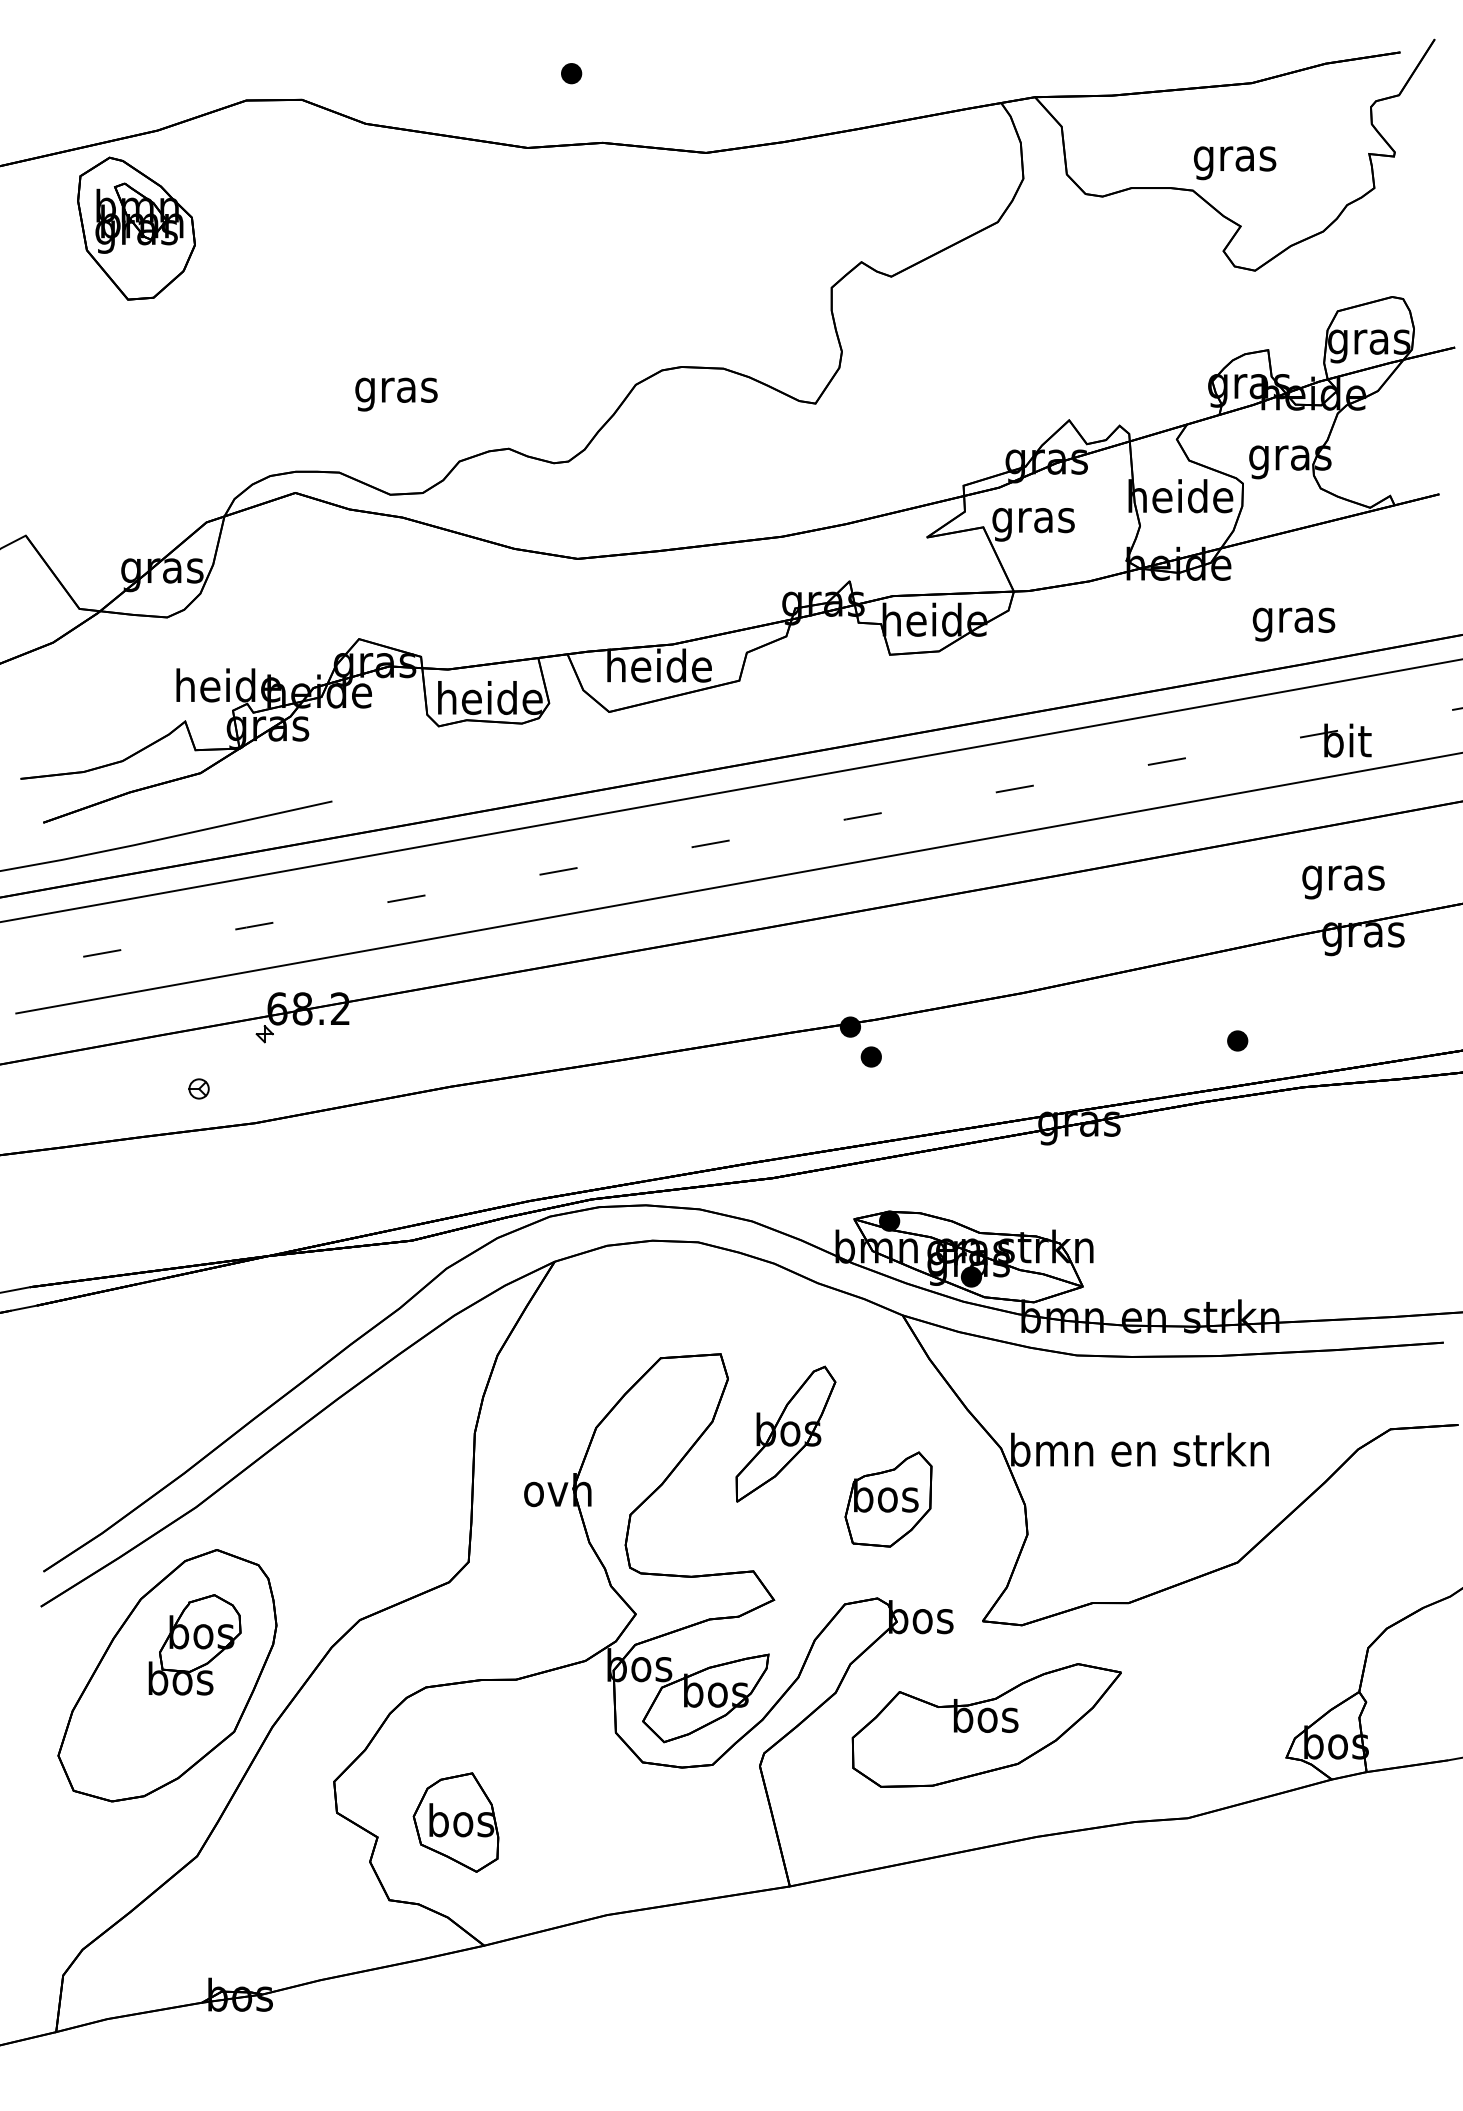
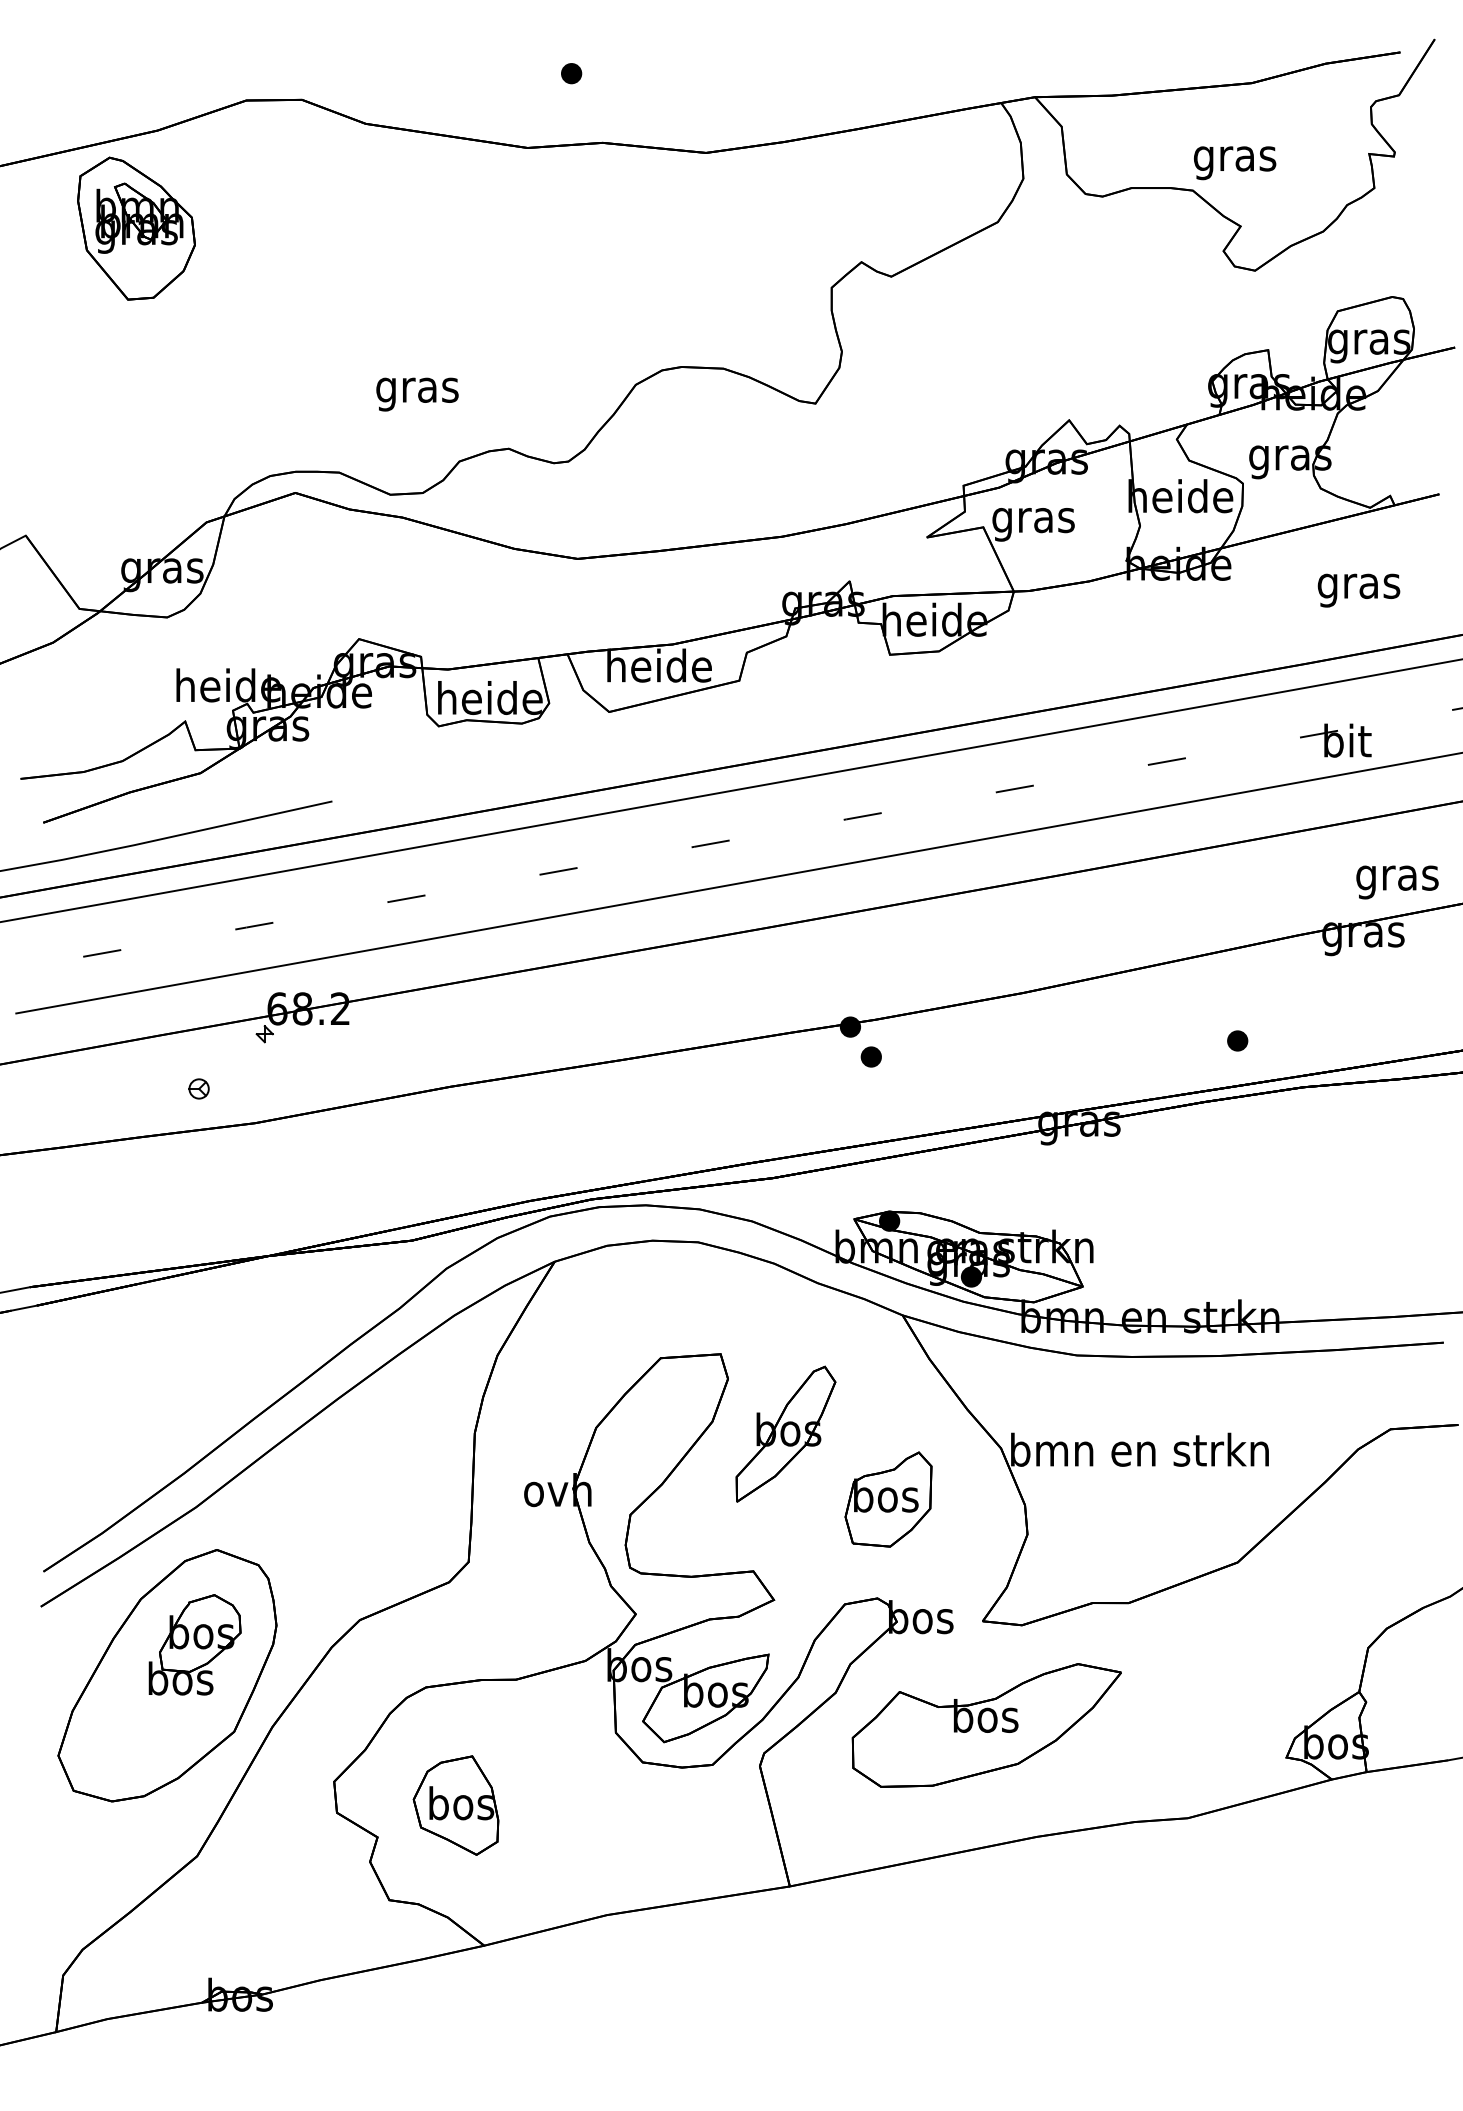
text at (396, 394) position: (396, 394) -> (417, 394)
text at (1293, 624) position: (1293, 624) -> (1358, 590)
text at (1343, 882) position: (1343, 882) -> (1397, 882)
part at (455, 1822) position: (455, 1822) -> (455, 1805)
